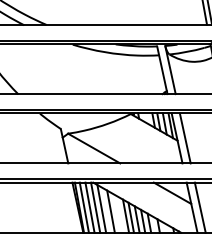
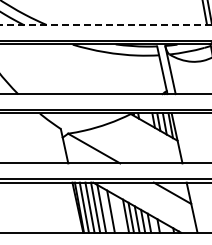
line at (105, 24): solid -> dashed
line at (184, 138): present -> none
line at (199, 207): present -> none
